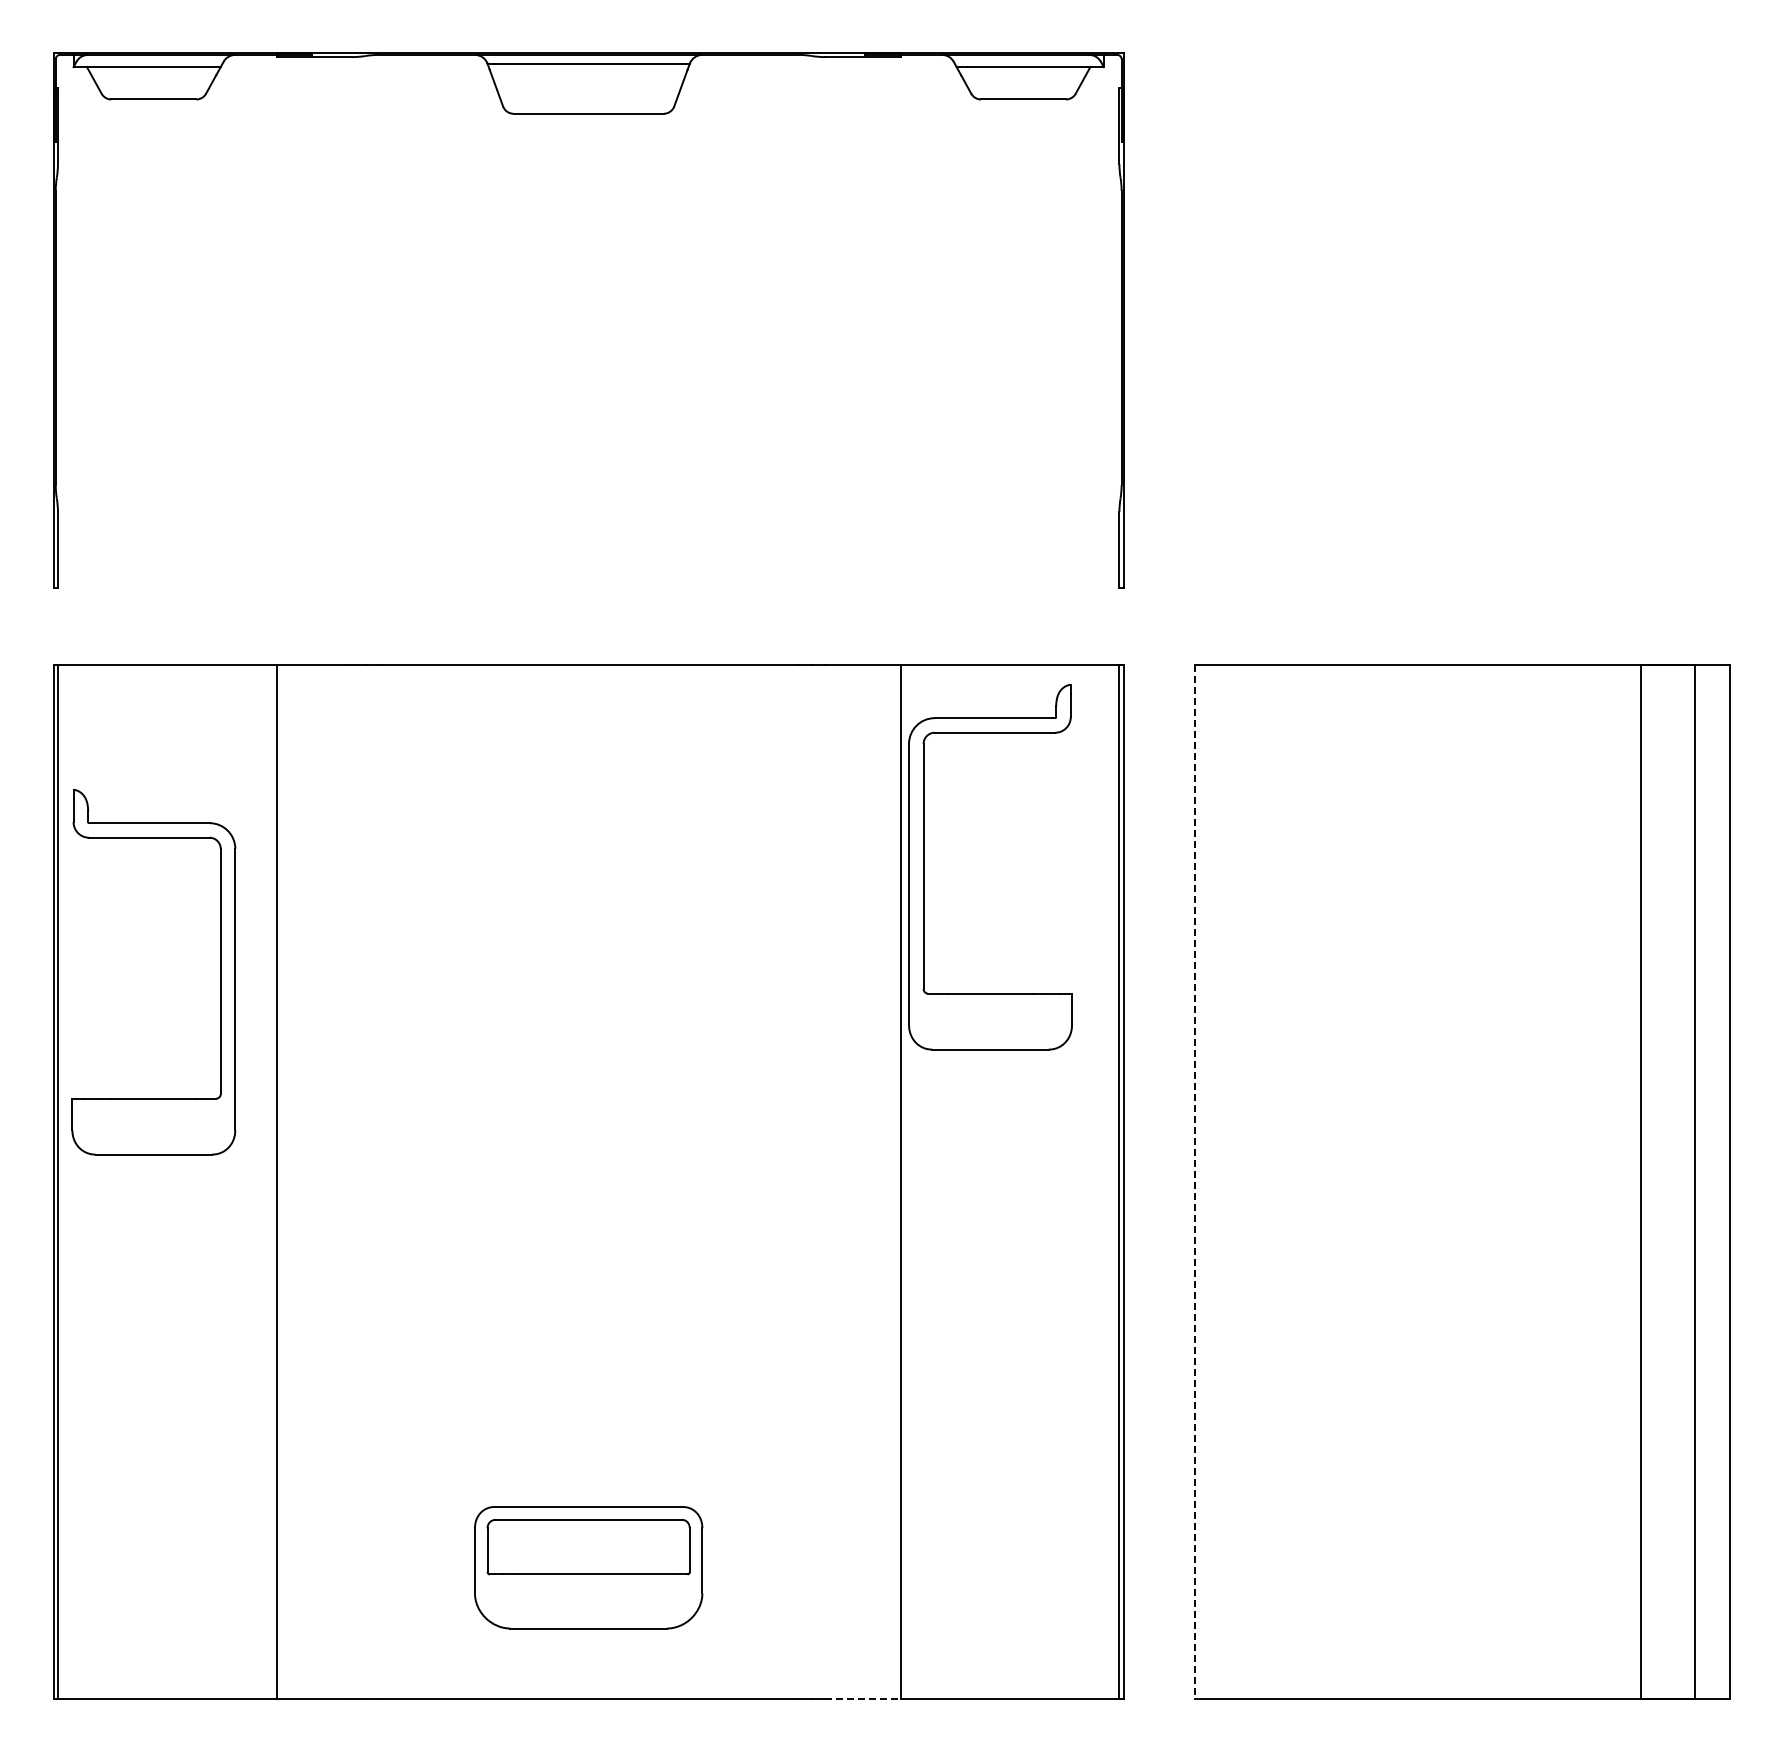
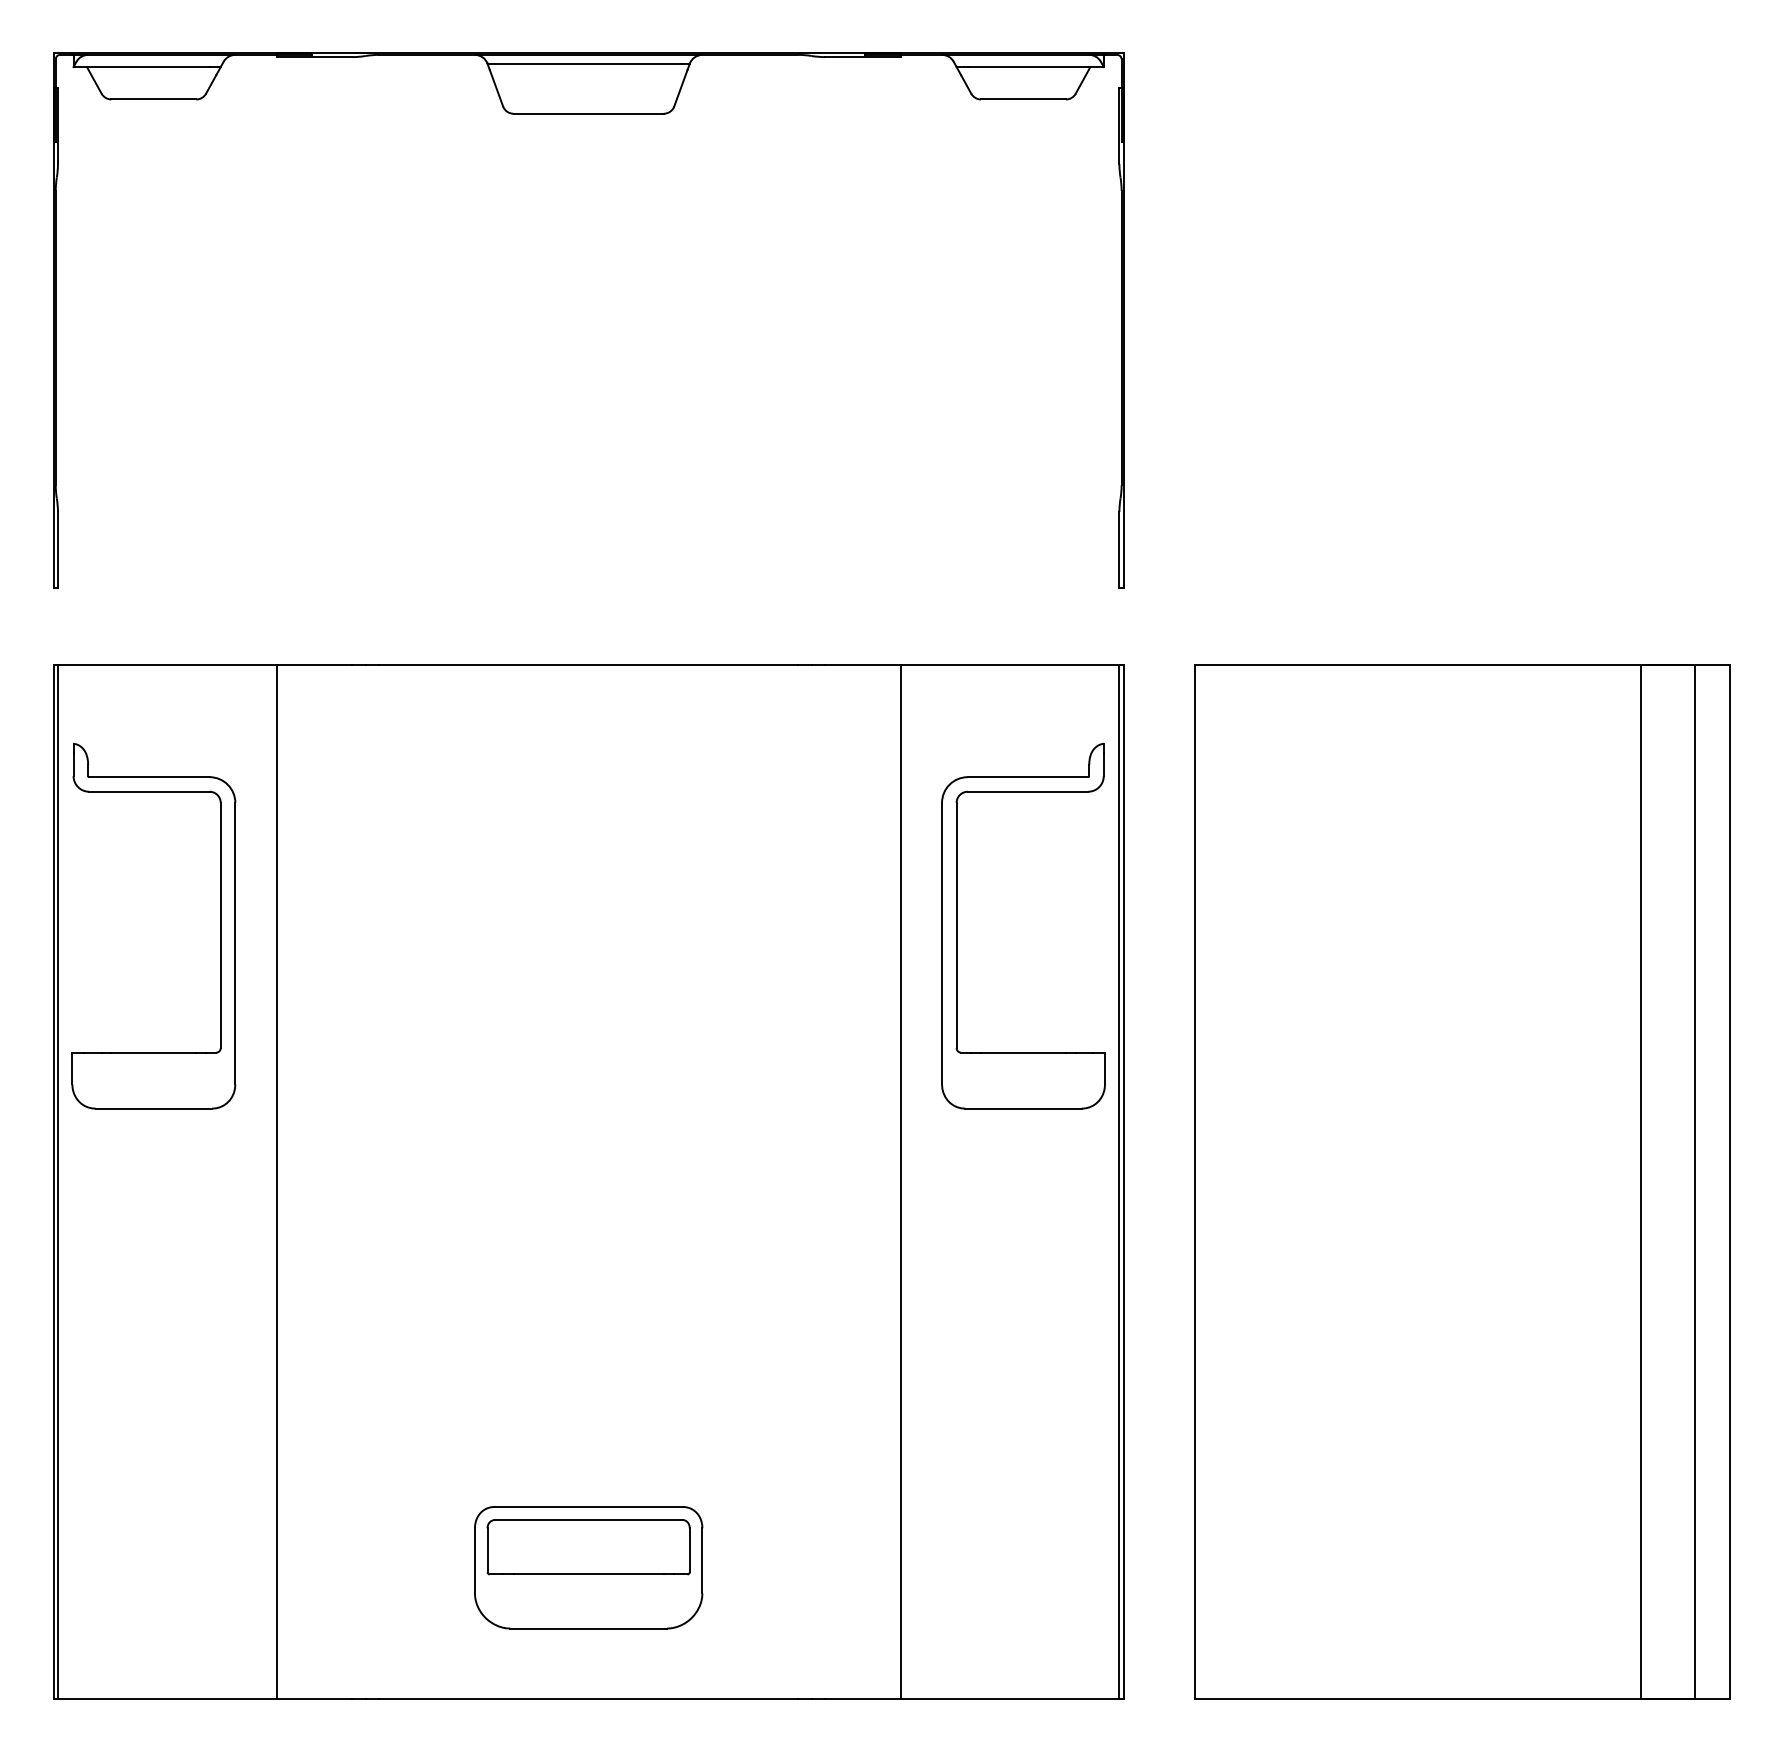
part at (924, 866) position: (924, 866) -> (957, 925)
part at (220, 972) position: (220, 972) -> (220, 926)
line at (1195, 1182): dashed -> solid
line at (862, 1699): dashed -> solid
